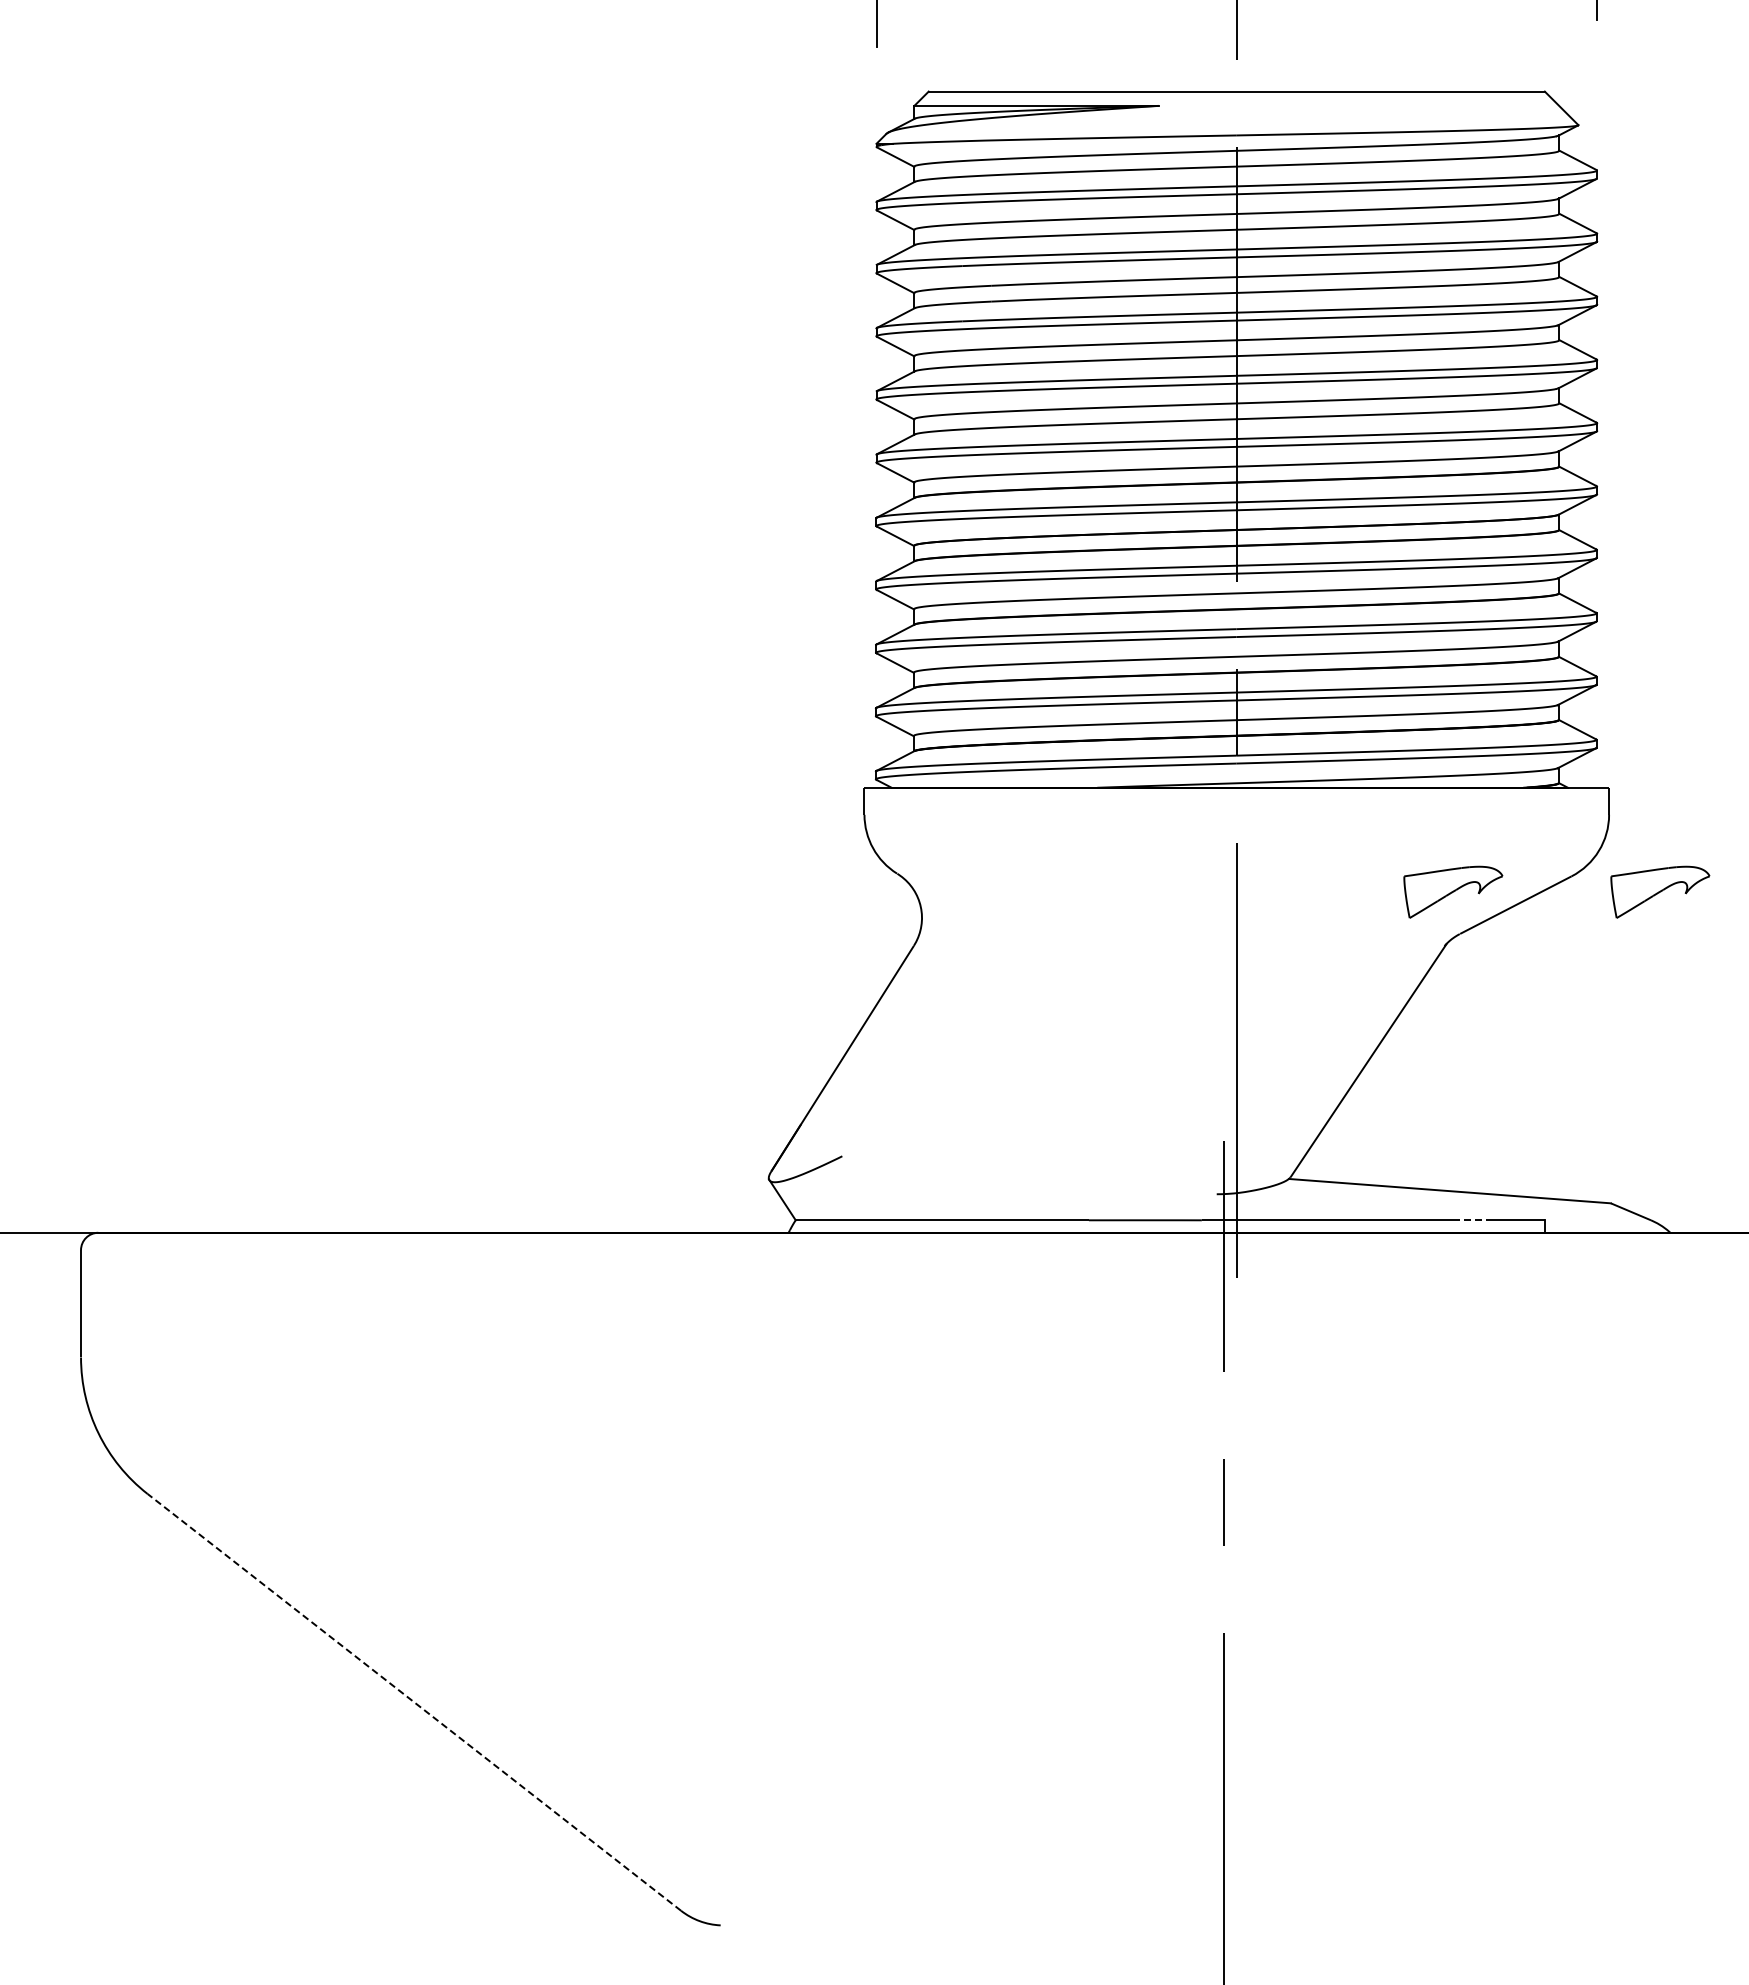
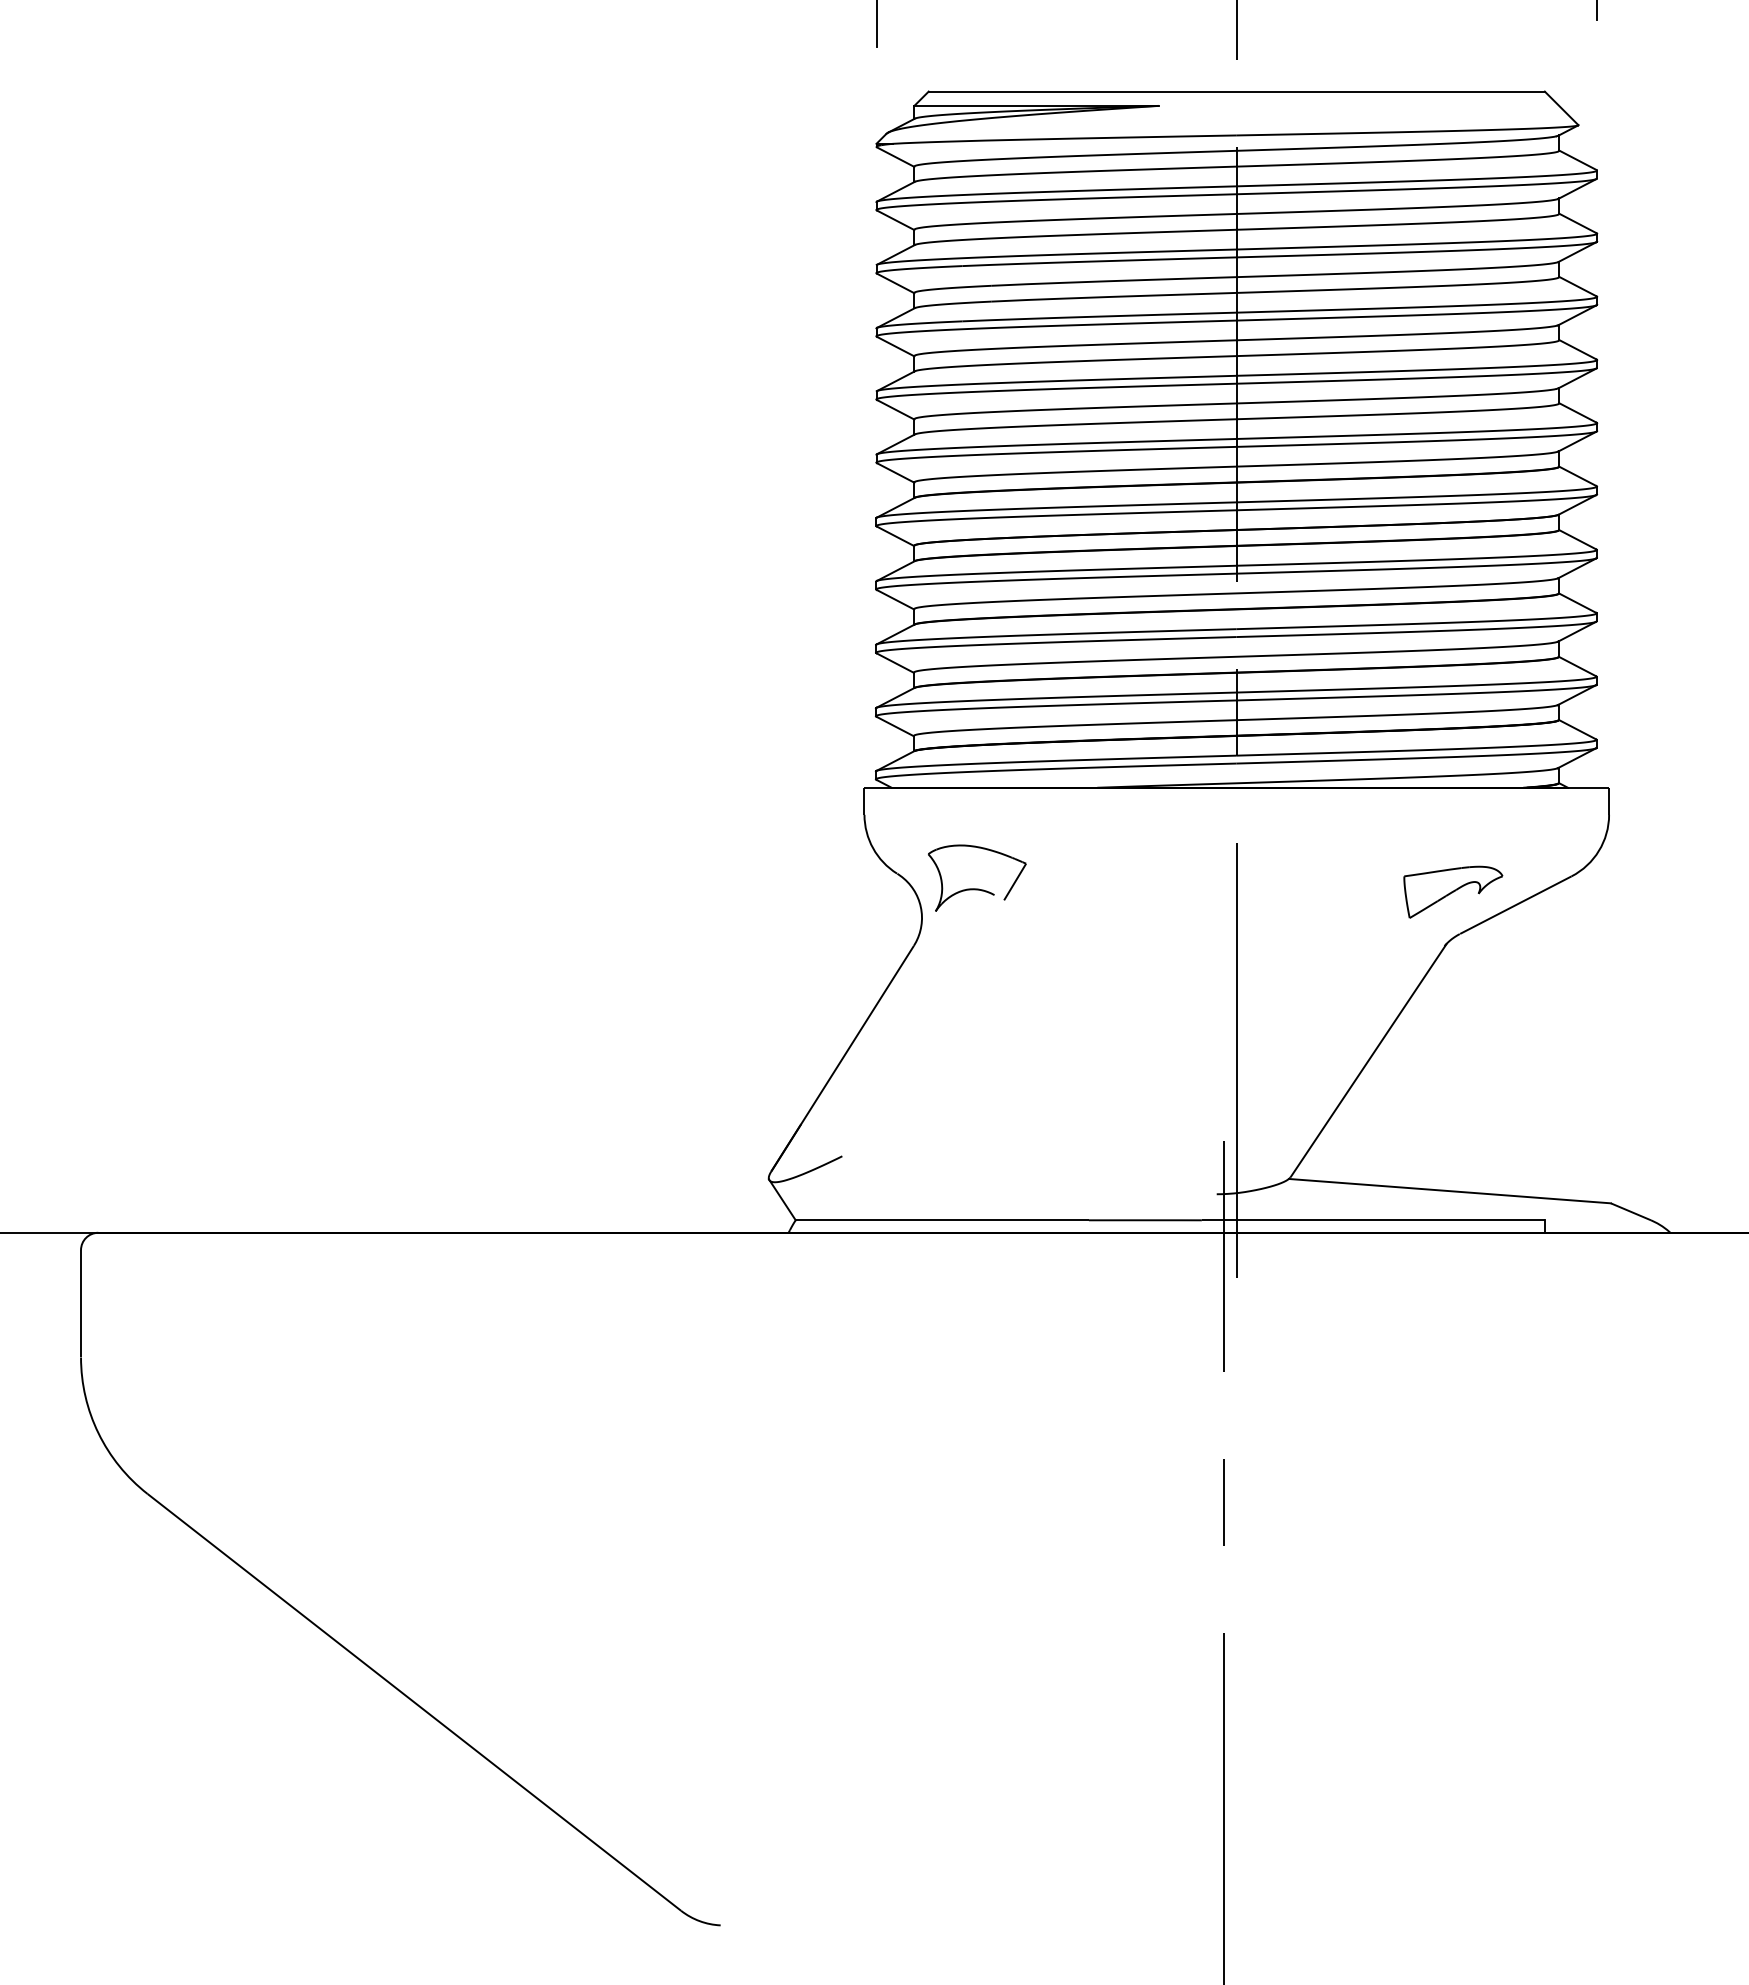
part at (977, 888): none -> present
part at (1660, 891): present -> none
line at (1469, 1220): dashed -> solid
line at (414, 1702): dashed -> solid
